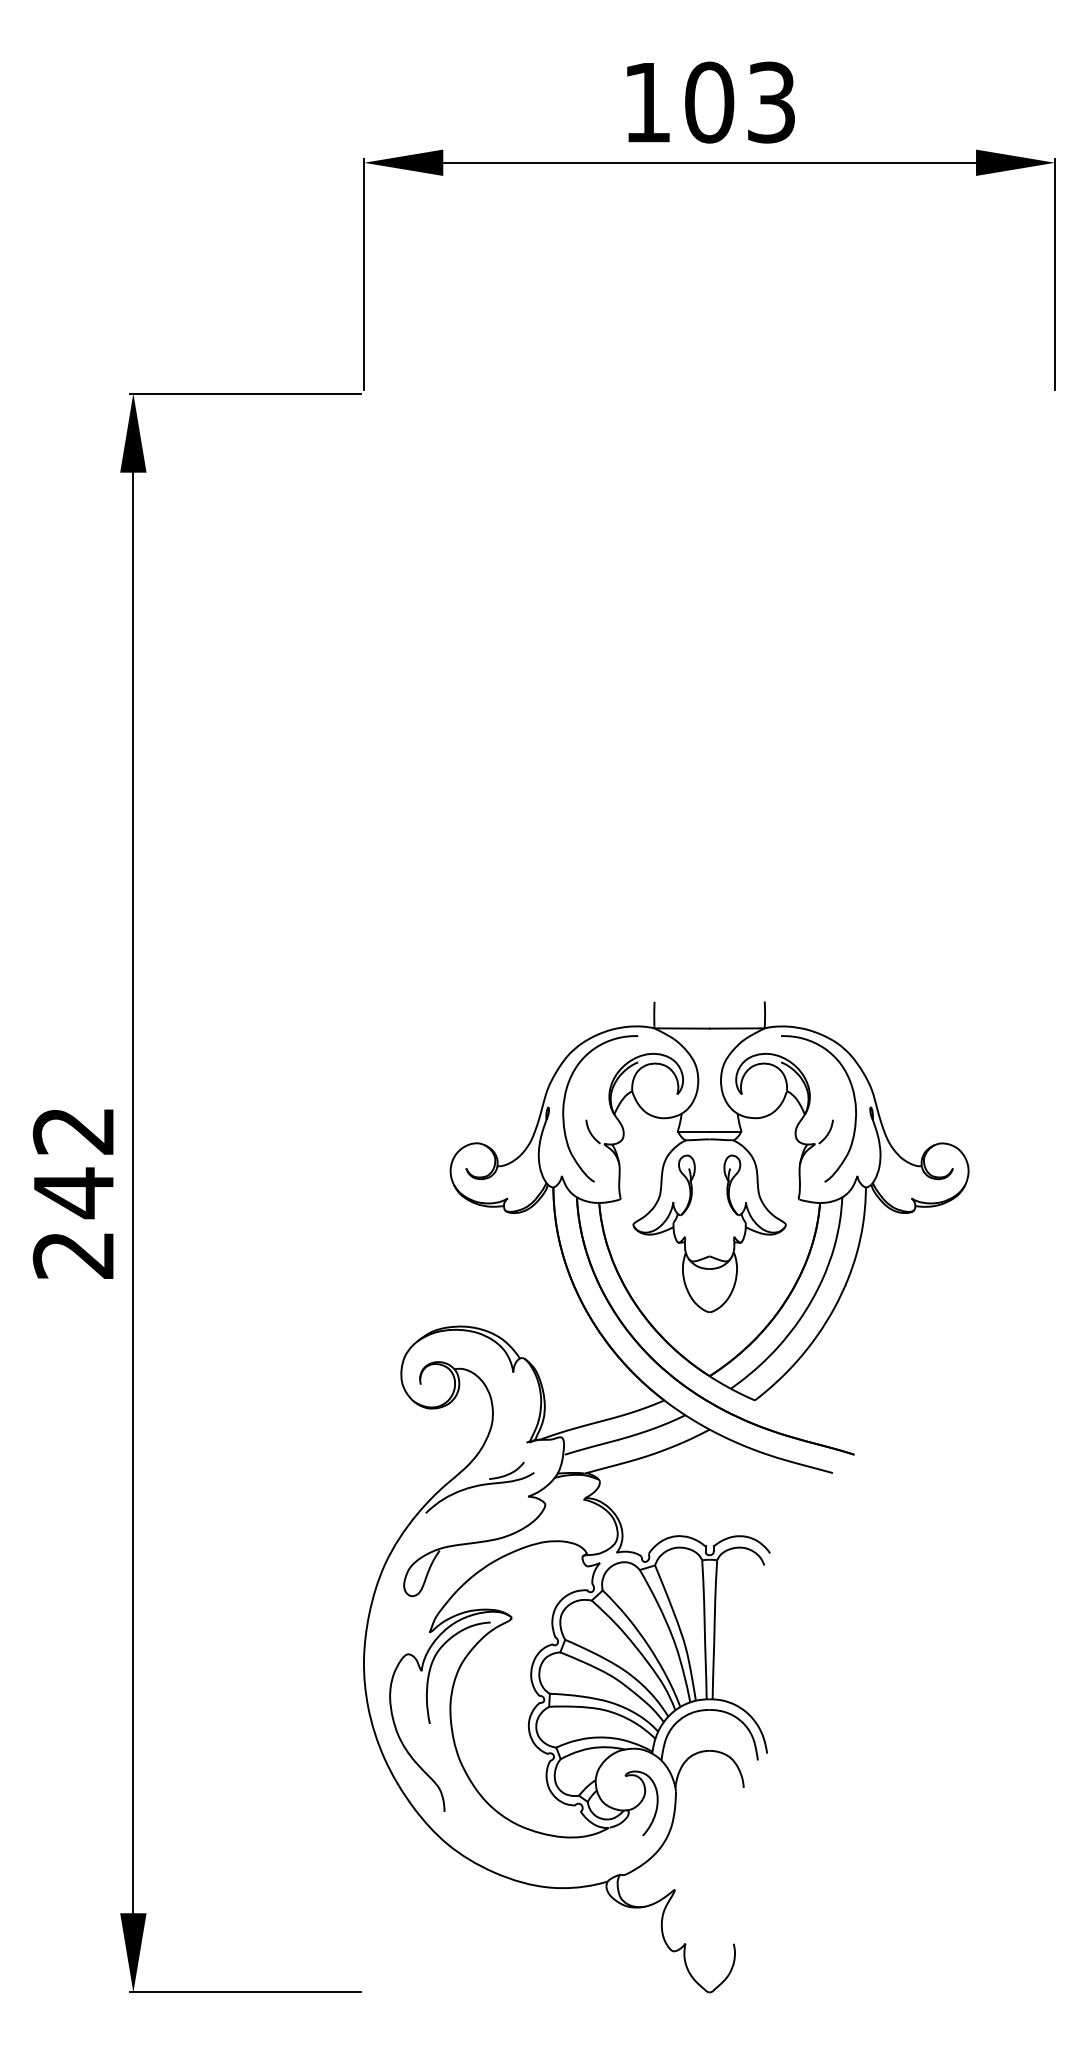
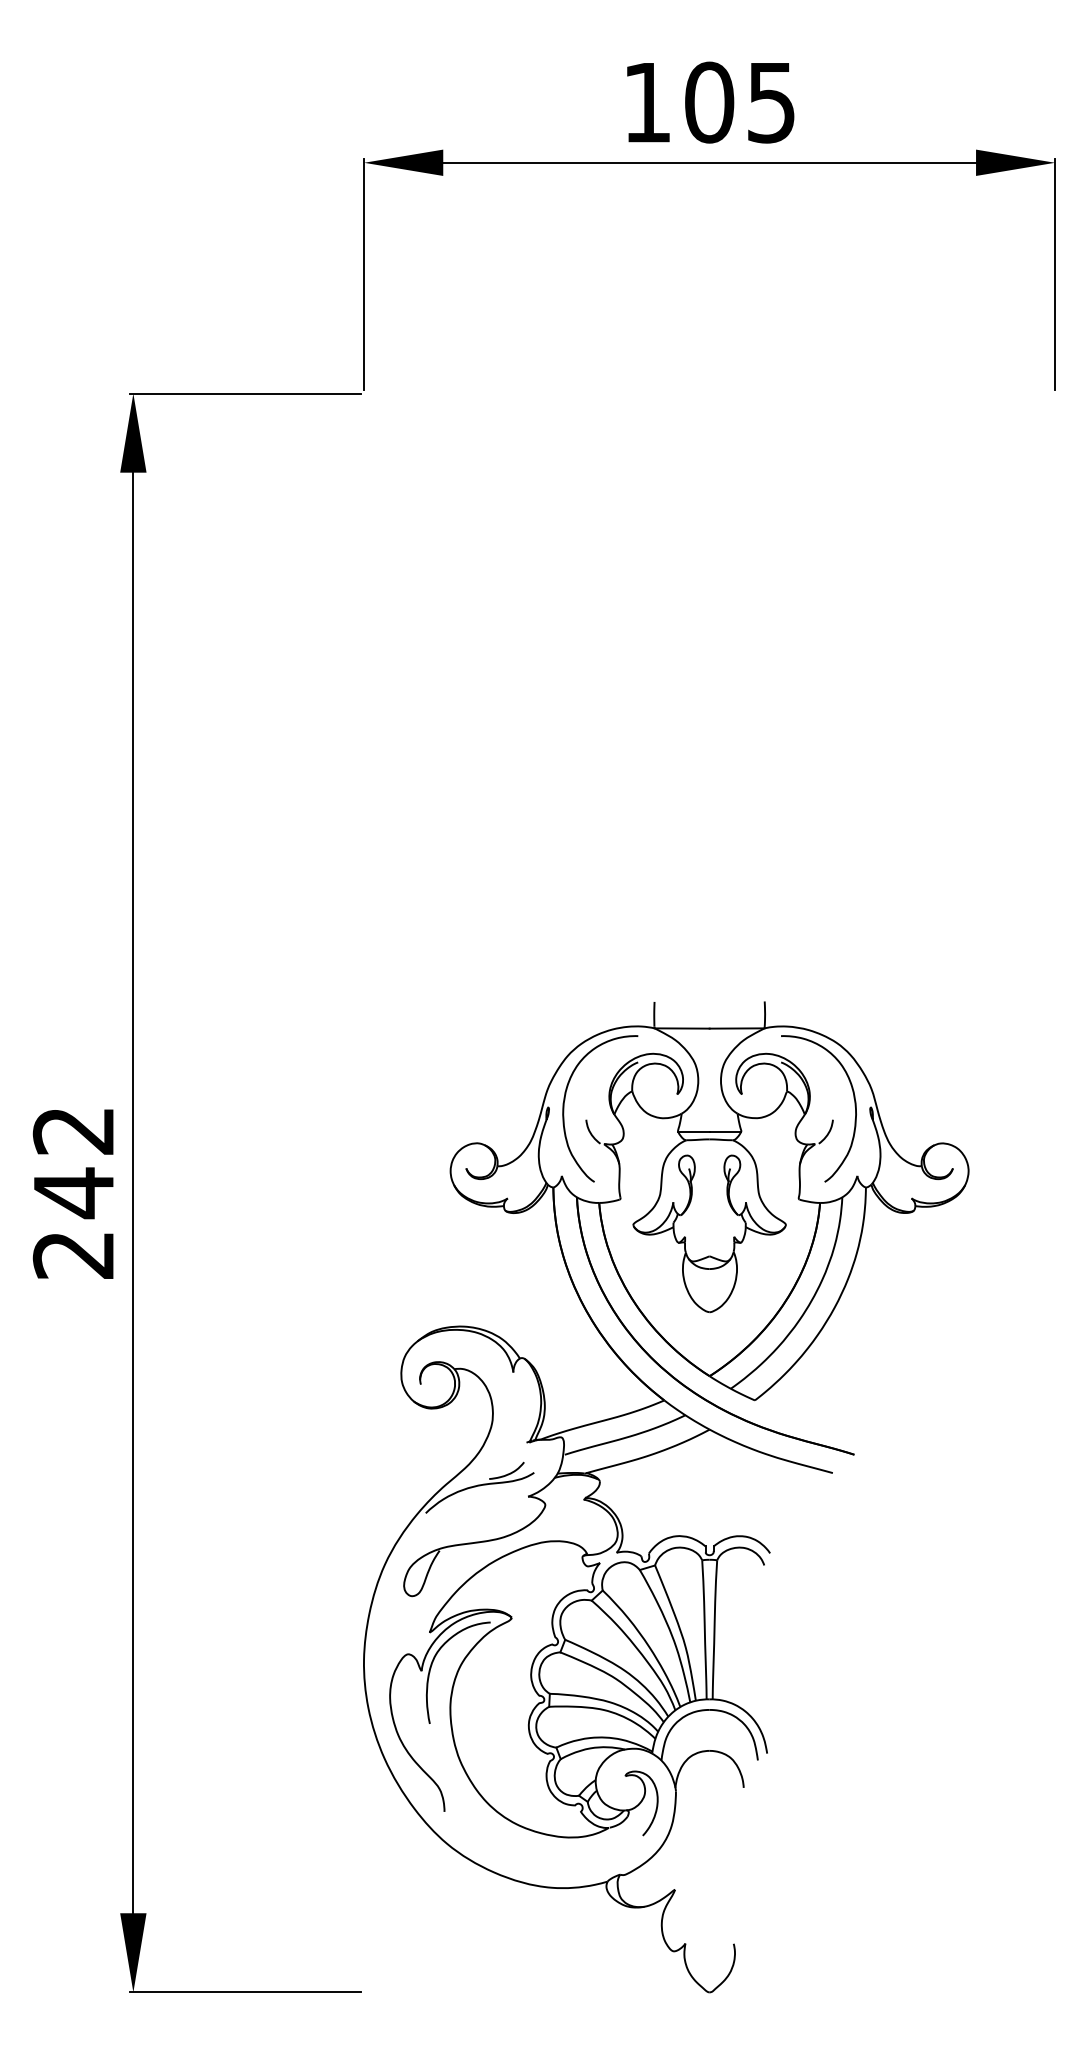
text at (771, 102): 103 -> 105
